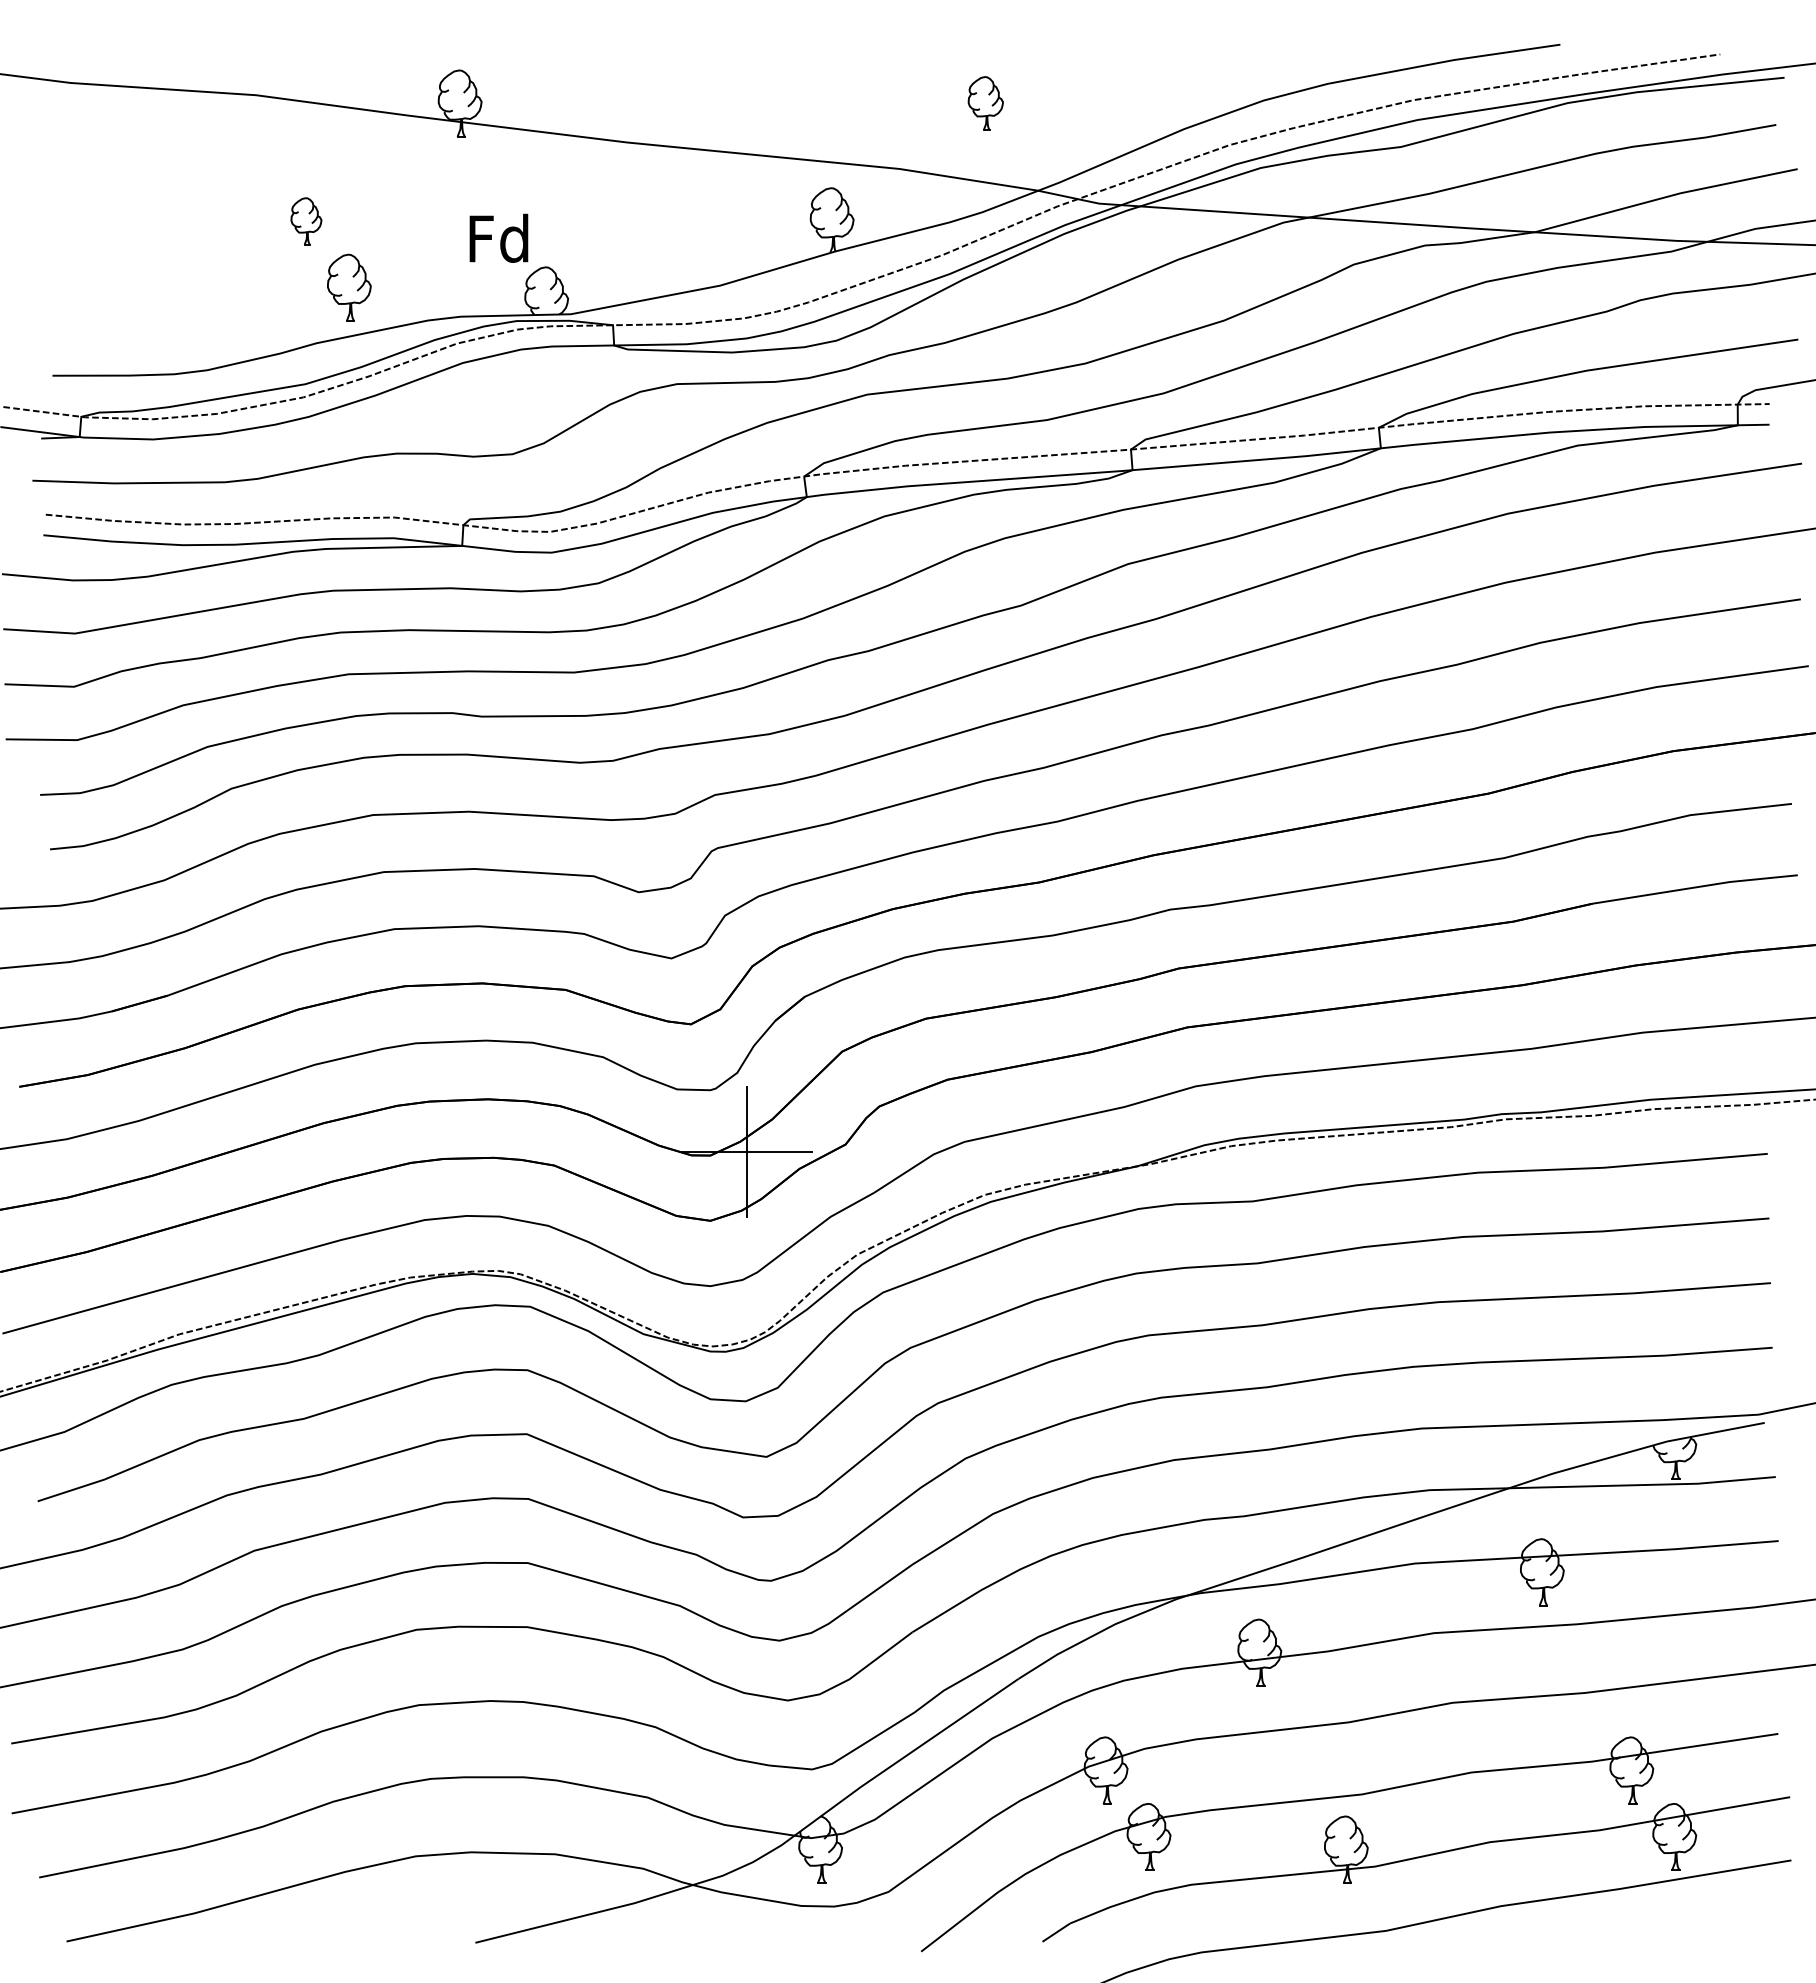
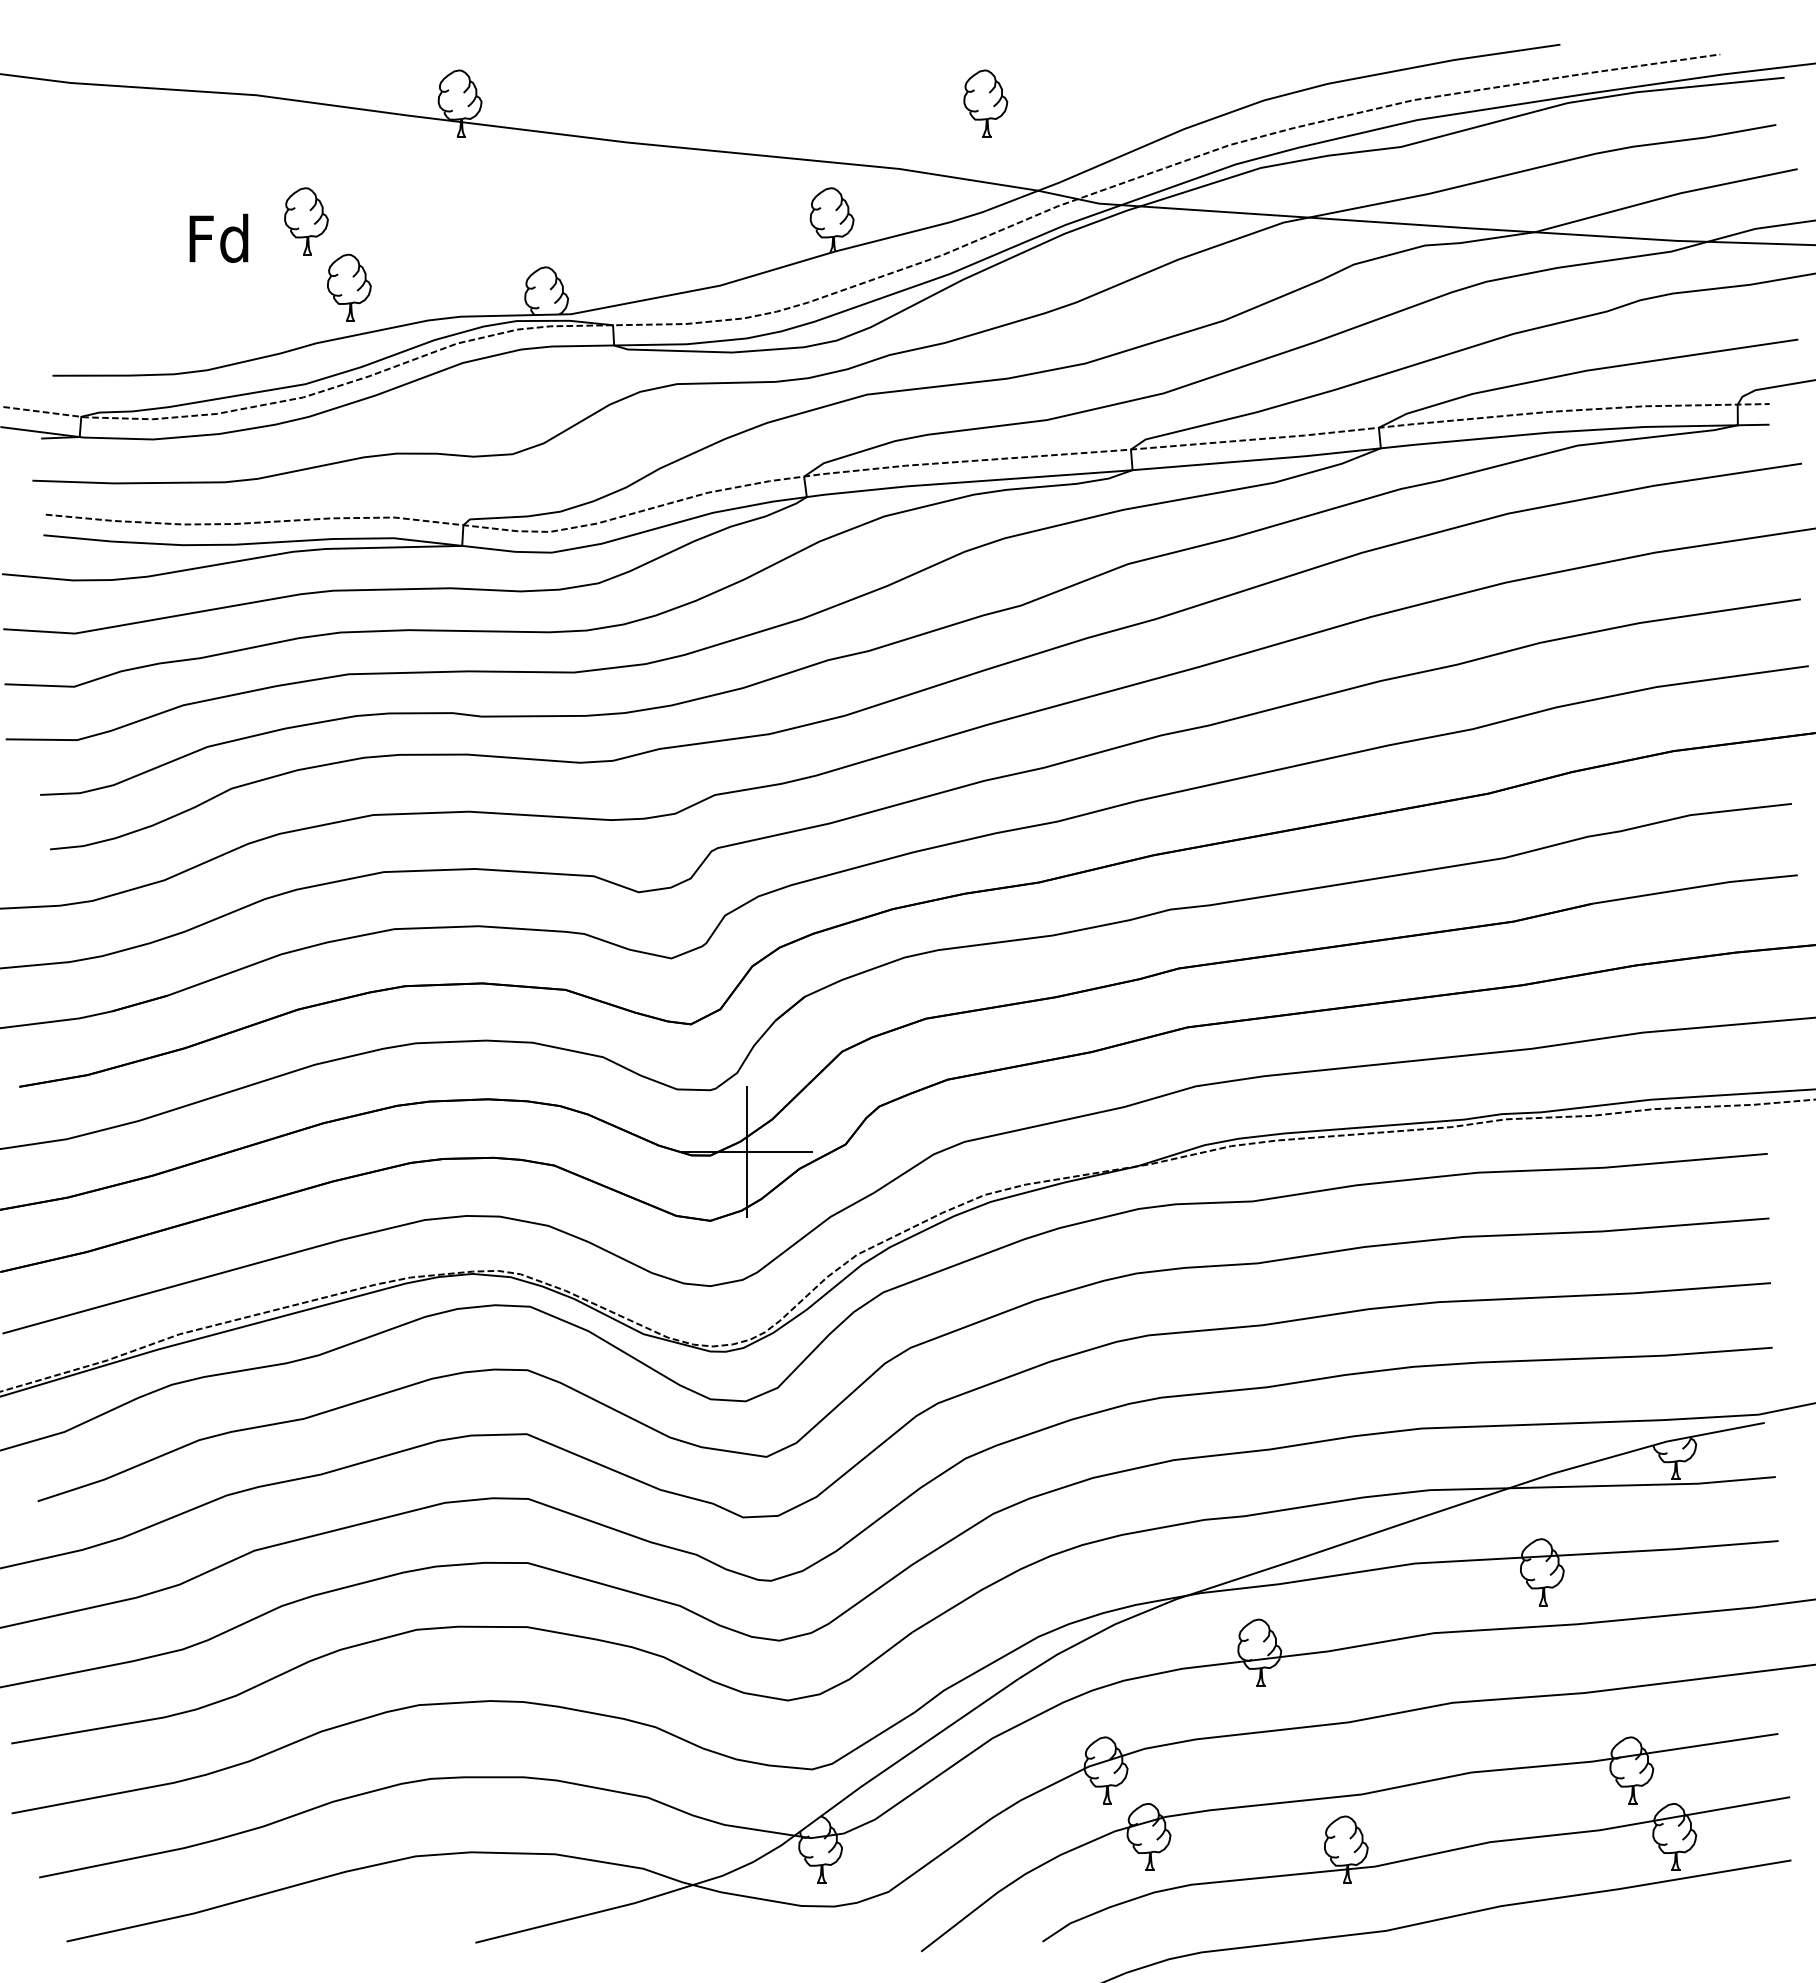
part at (985, 103) size: 37x55 px -> 46x69 px
part at (306, 221) size: 33x49 px -> 45x69 px
text at (498, 237) position: (498, 237) -> (218, 237)
